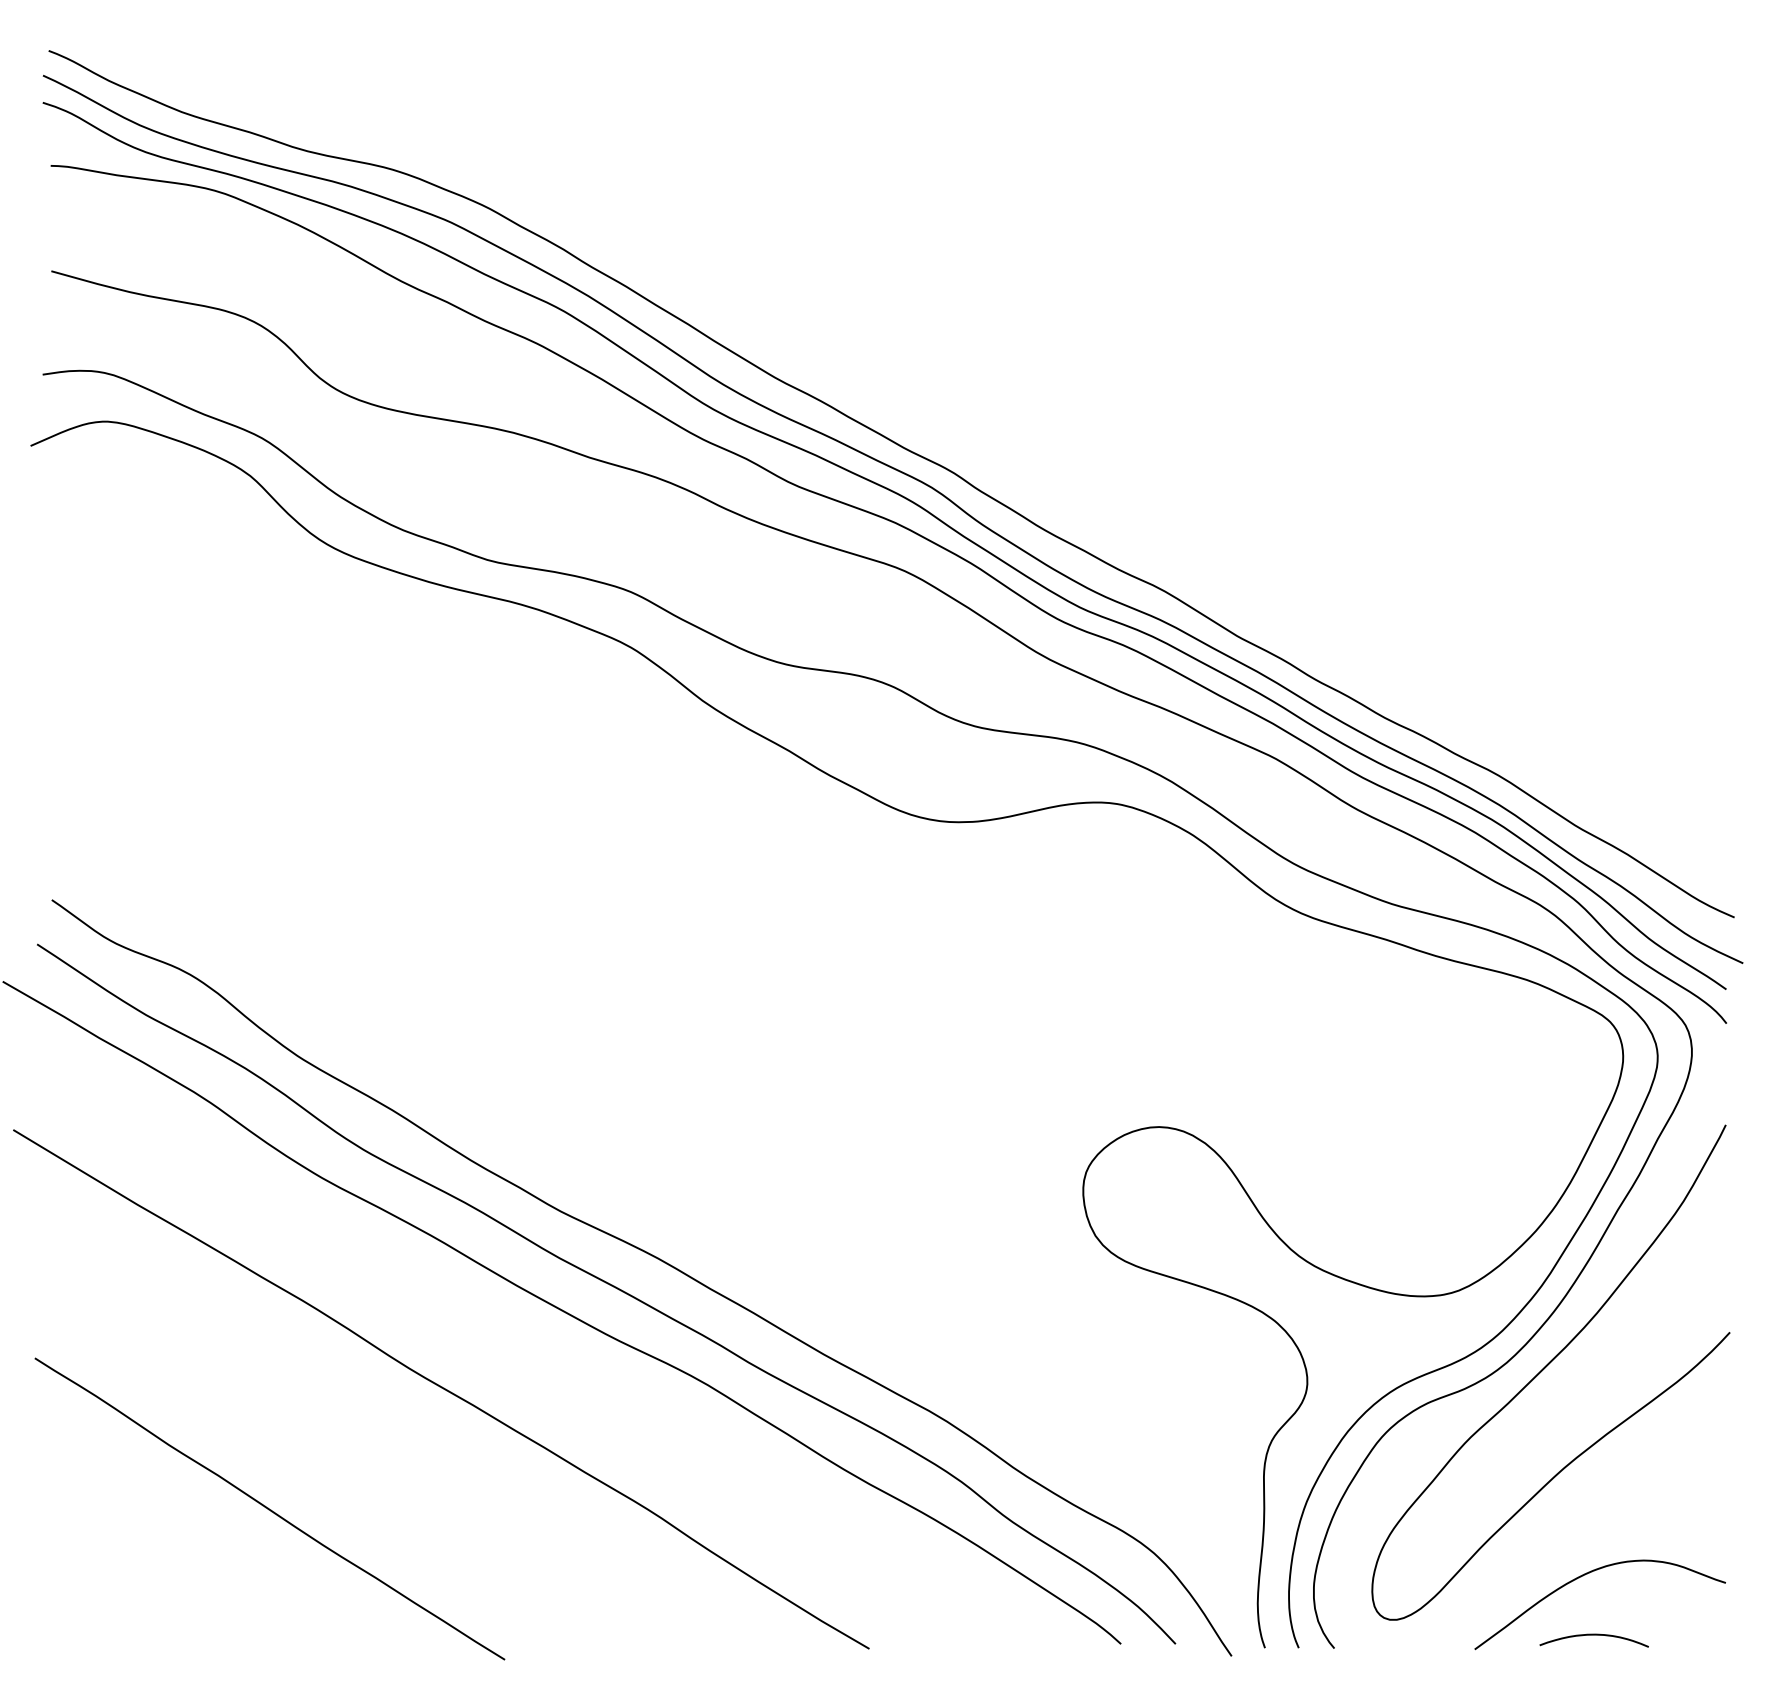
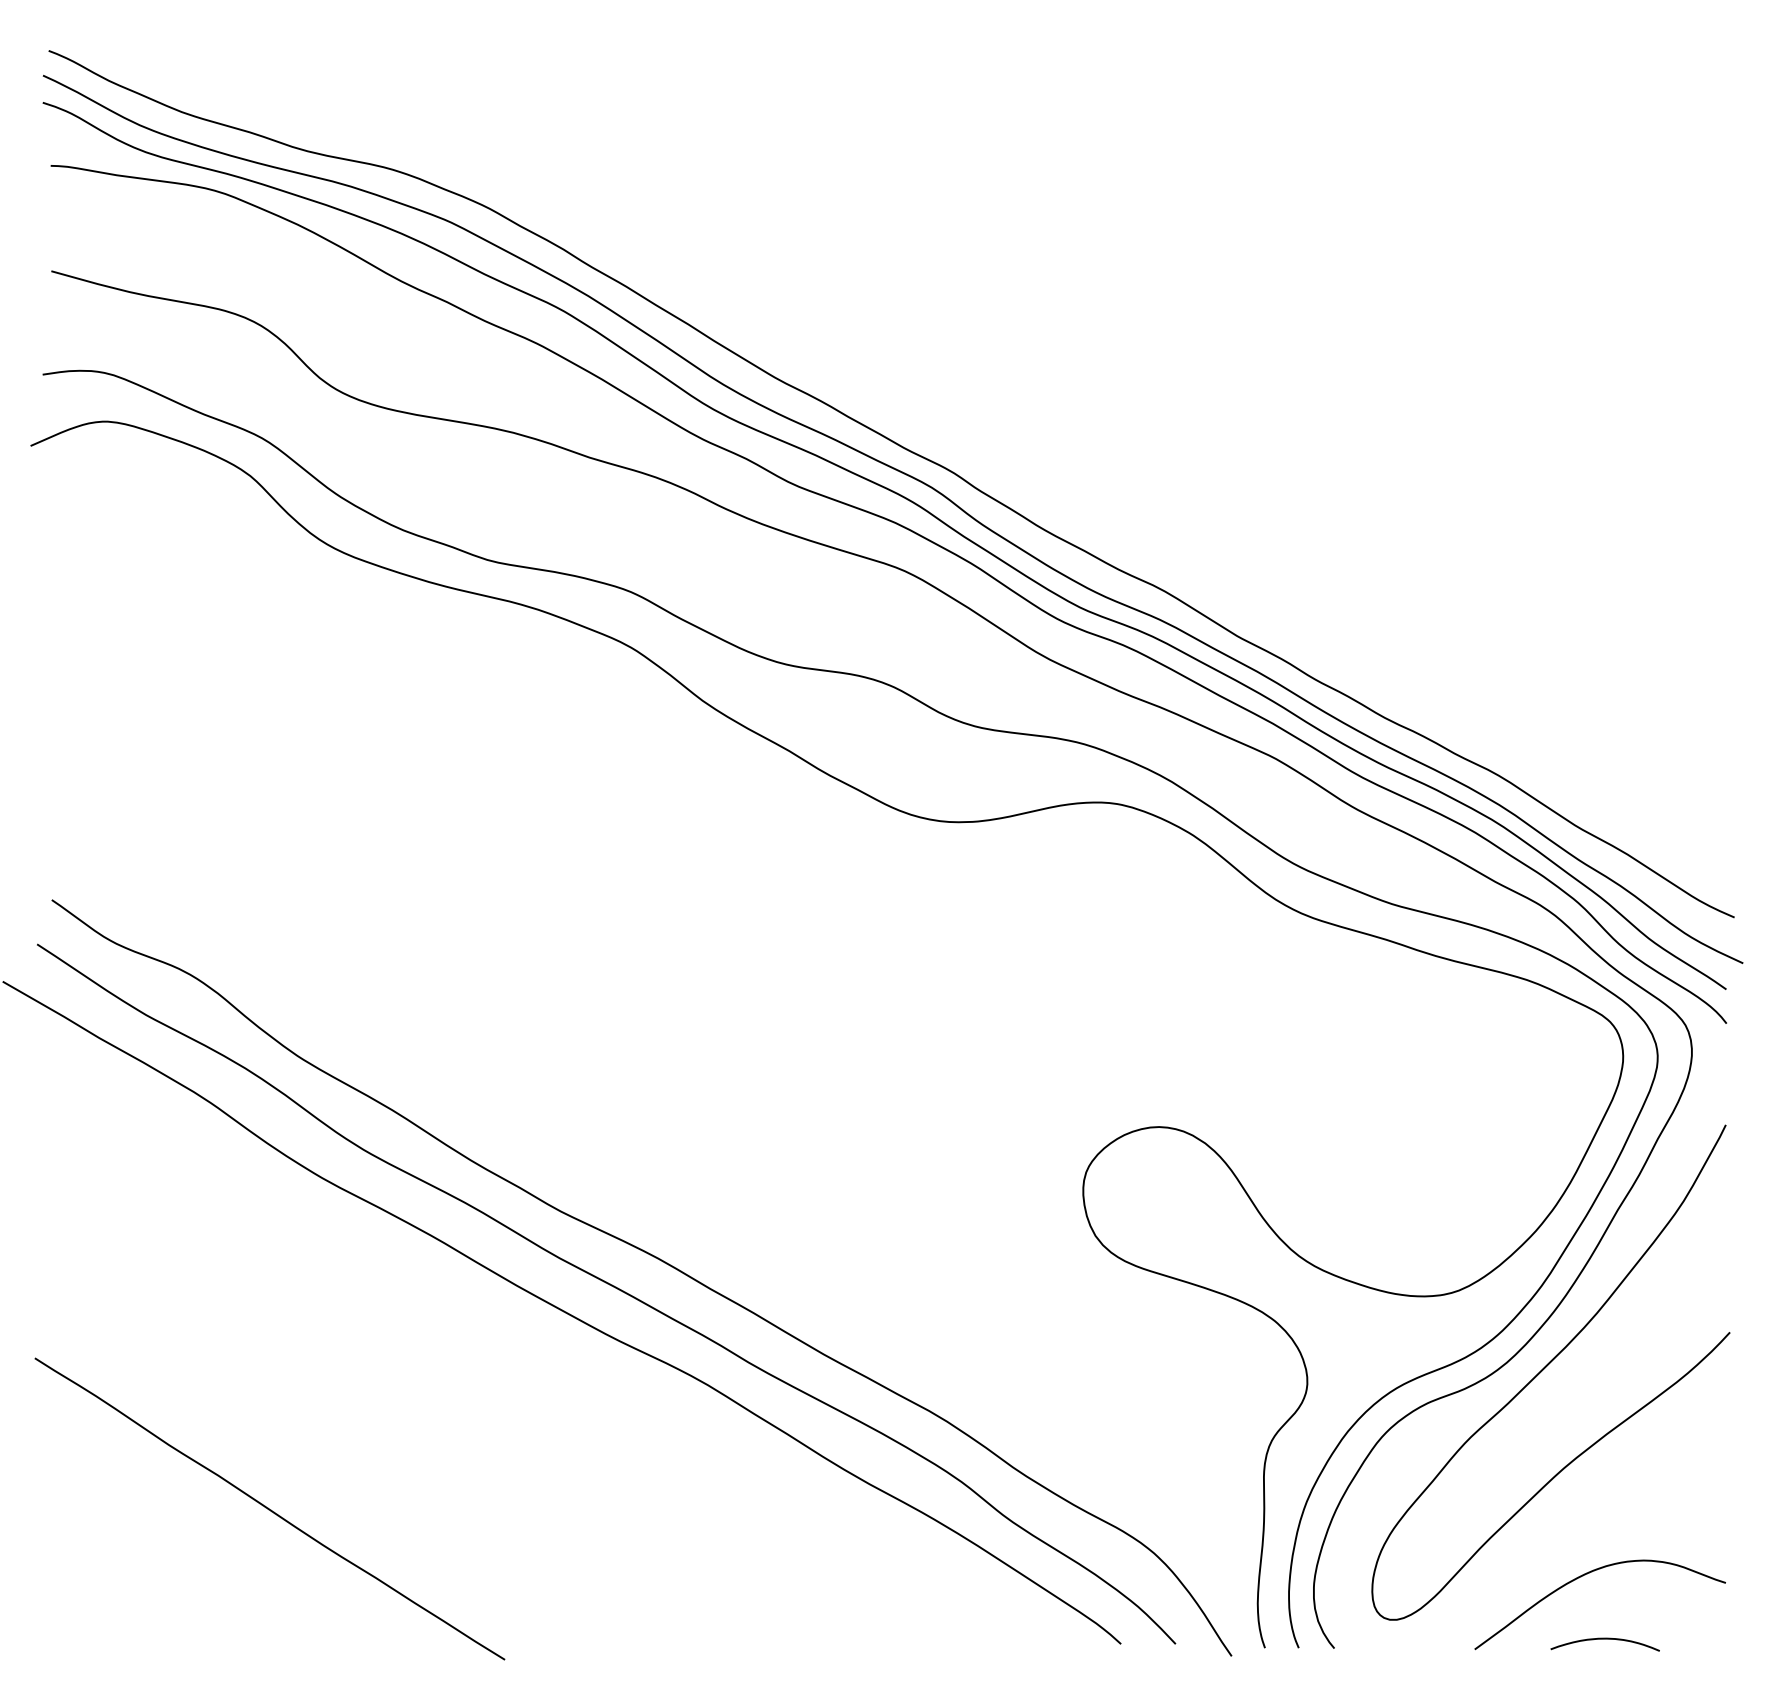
curve at (441, 1388): present -> none
curve at (1593, 1635) position: (1593, 1635) -> (1604, 1639)
